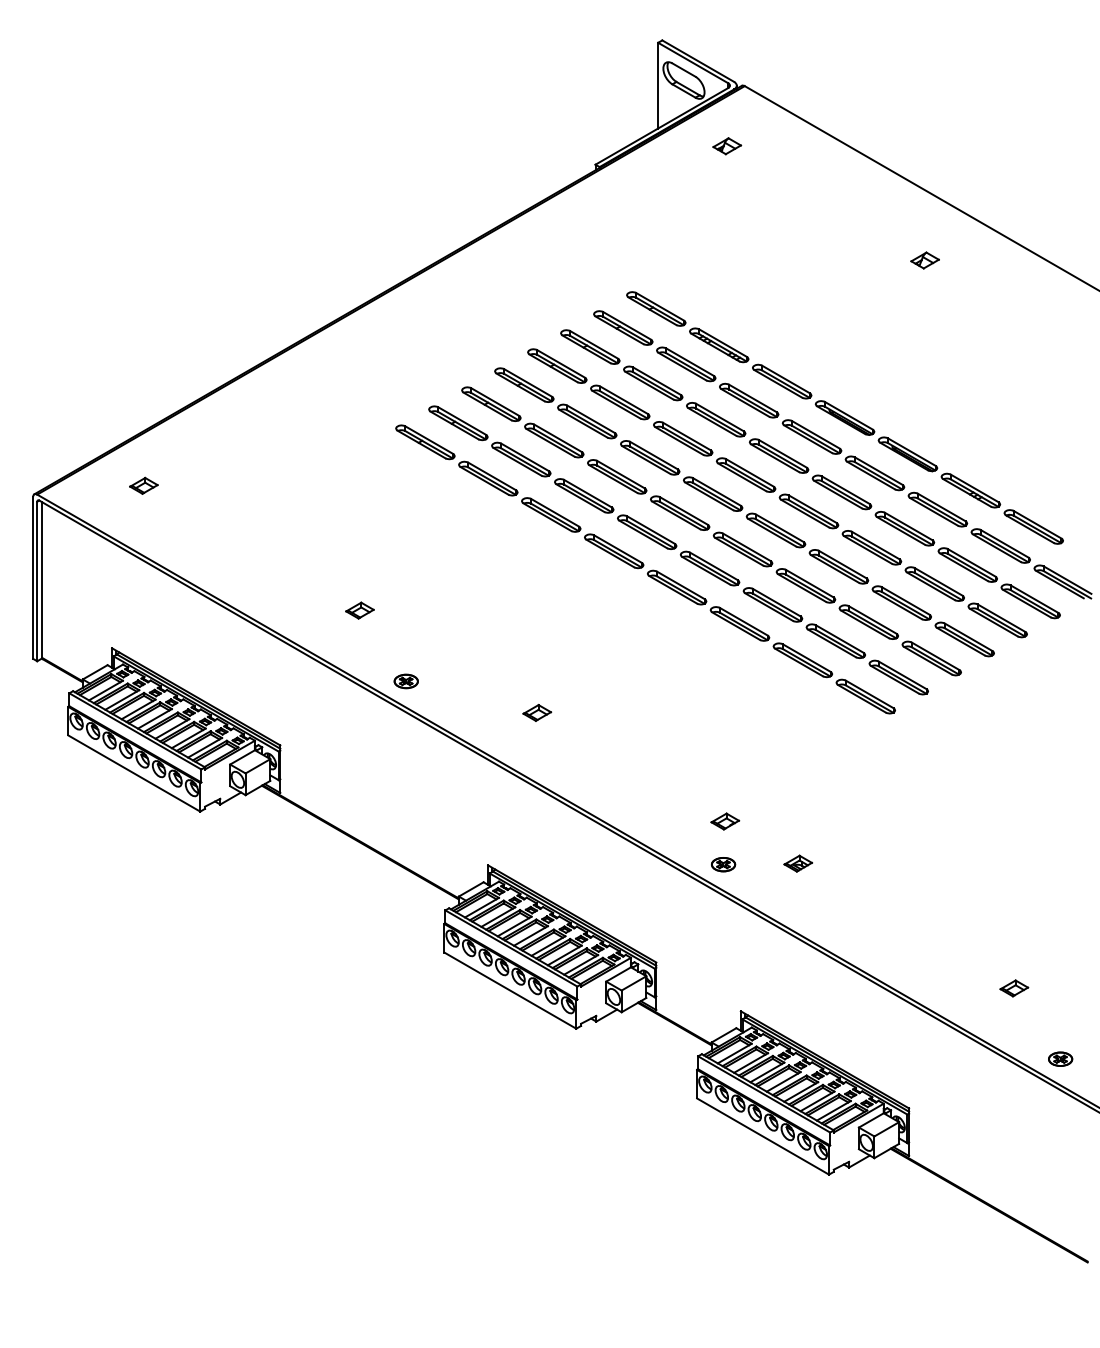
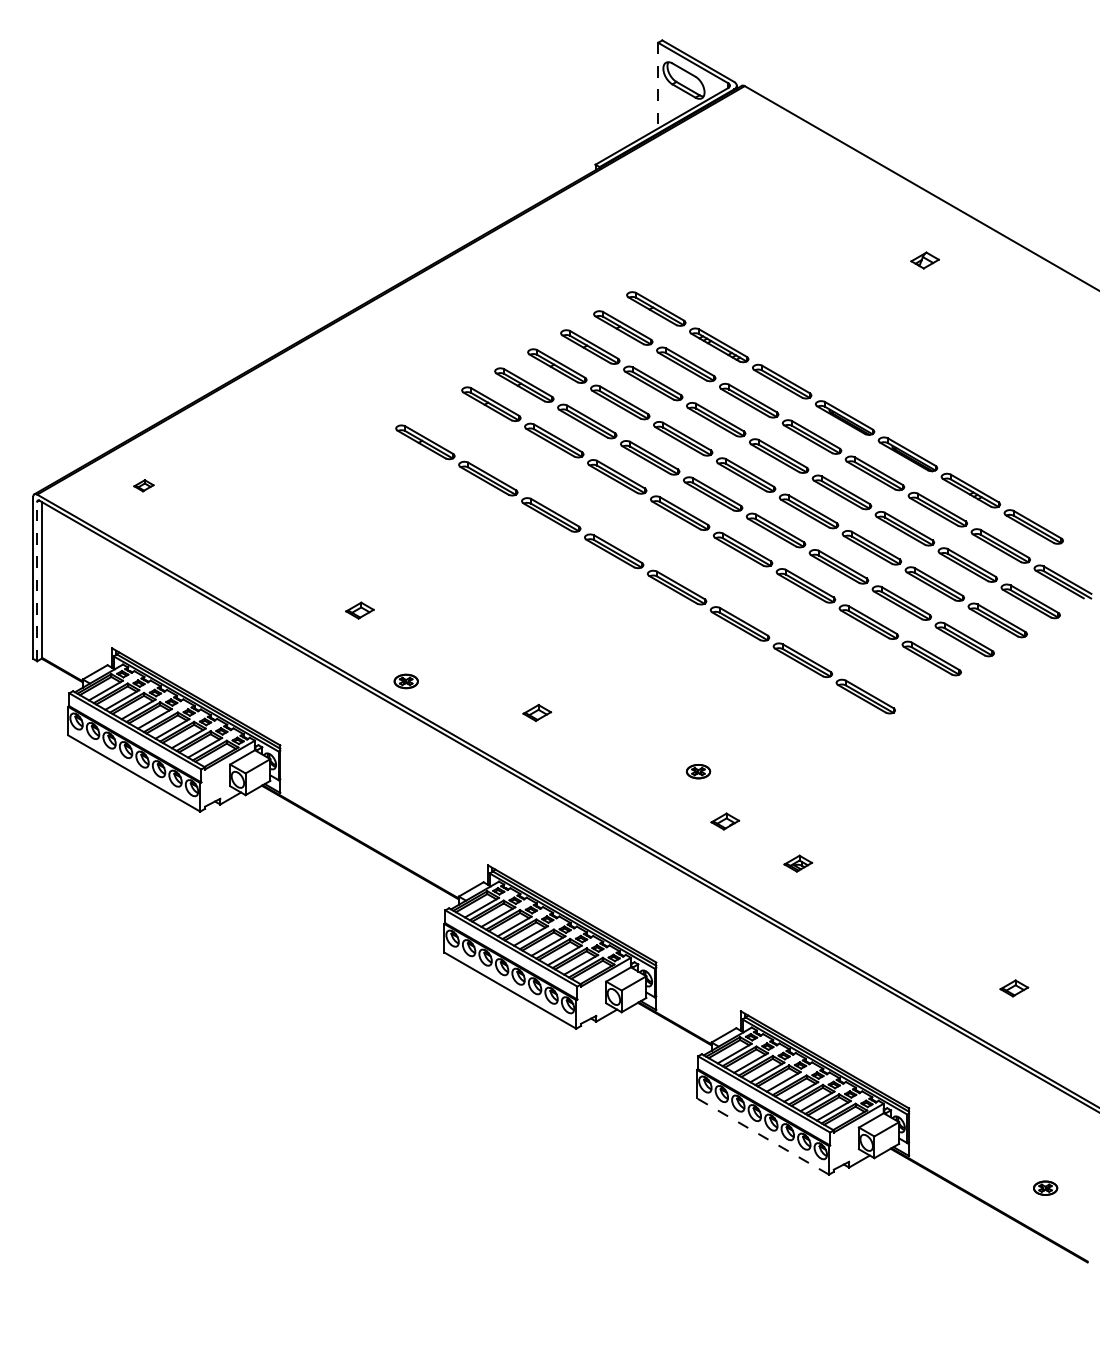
line at (658, 85): solid -> dashed
part at (727, 146): present -> none
part at (143, 485) size: 30x19 px -> 22x14 px
part at (678, 550): present -> none
line at (37, 581): solid -> dashed
part at (723, 864) position: (723, 864) -> (698, 771)
part at (1060, 1058) position: (1060, 1058) -> (1045, 1187)
line at (762, 1136): solid -> dashed
